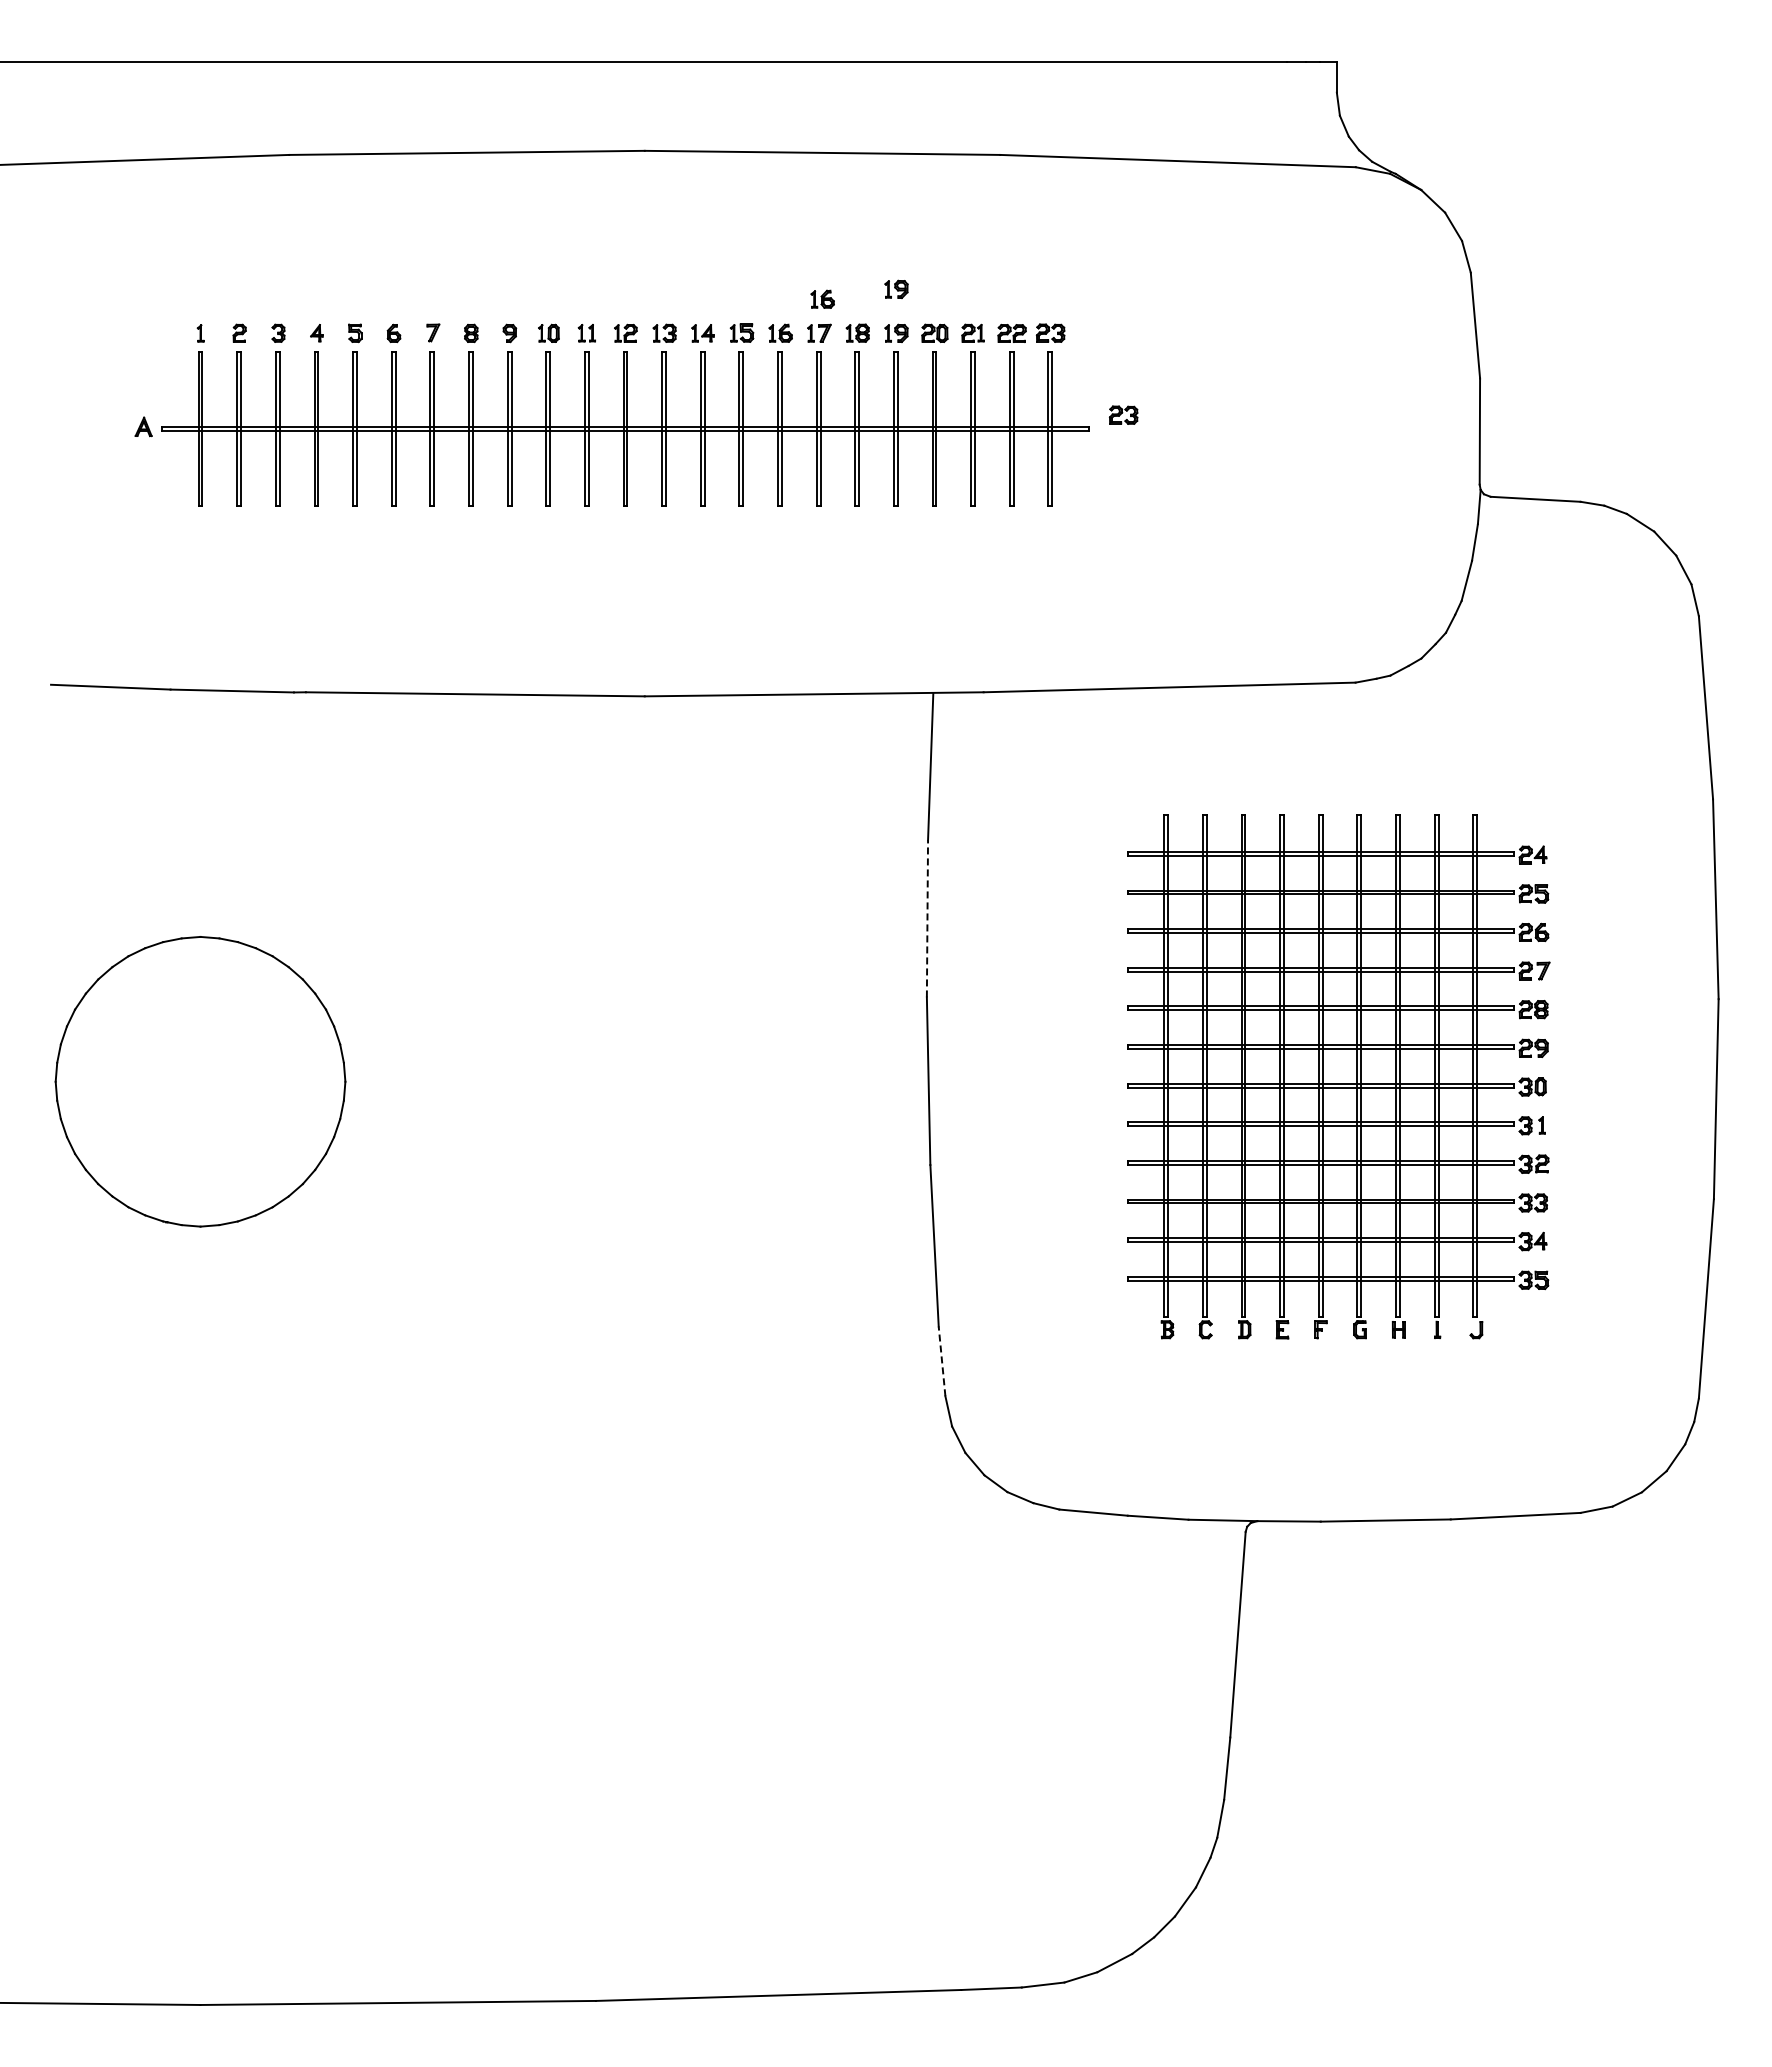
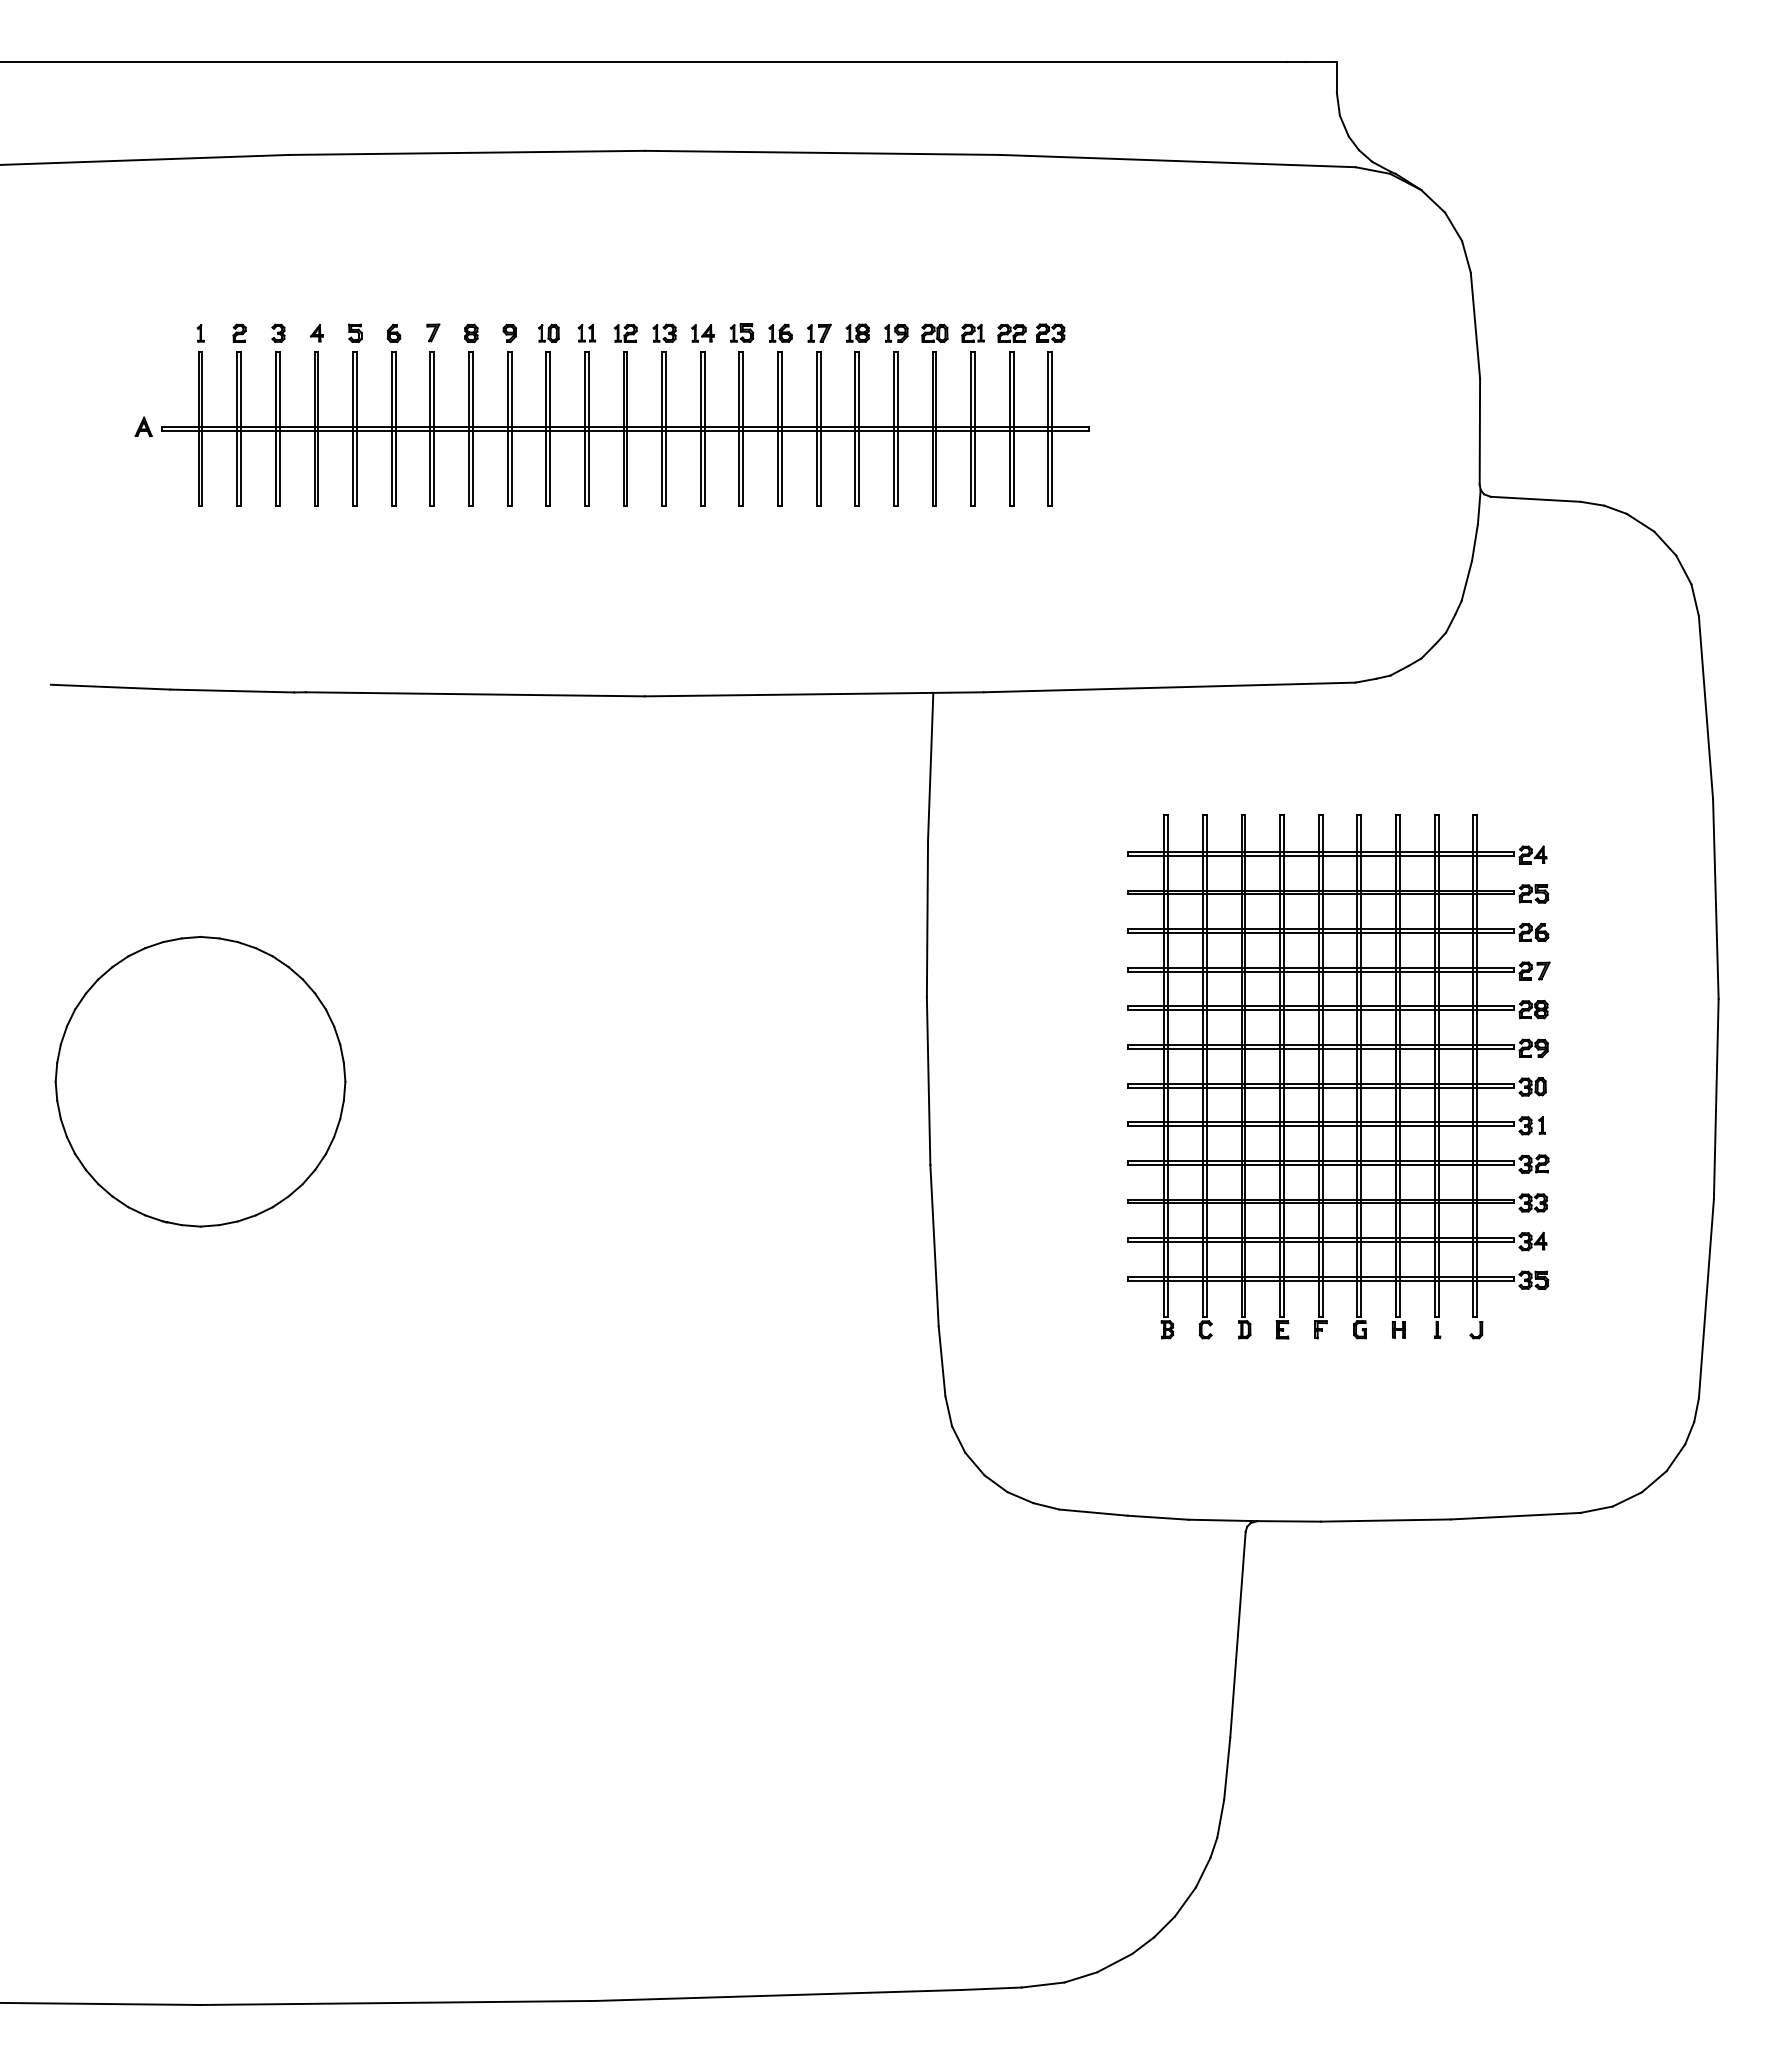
part at (896, 288): present -> none
part at (822, 298): present -> none
part at (1123, 414): present -> none
line at (927, 918): dashed -> solid
line at (942, 1360): dashed -> solid
